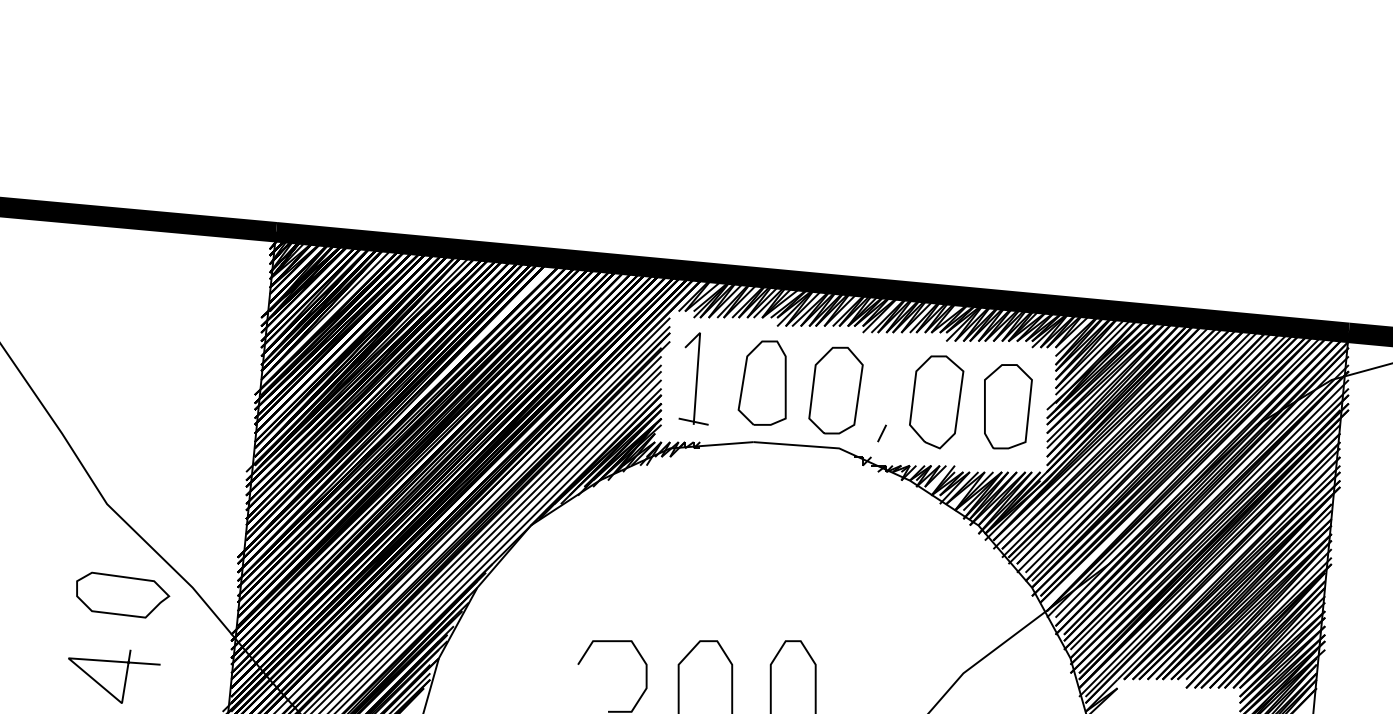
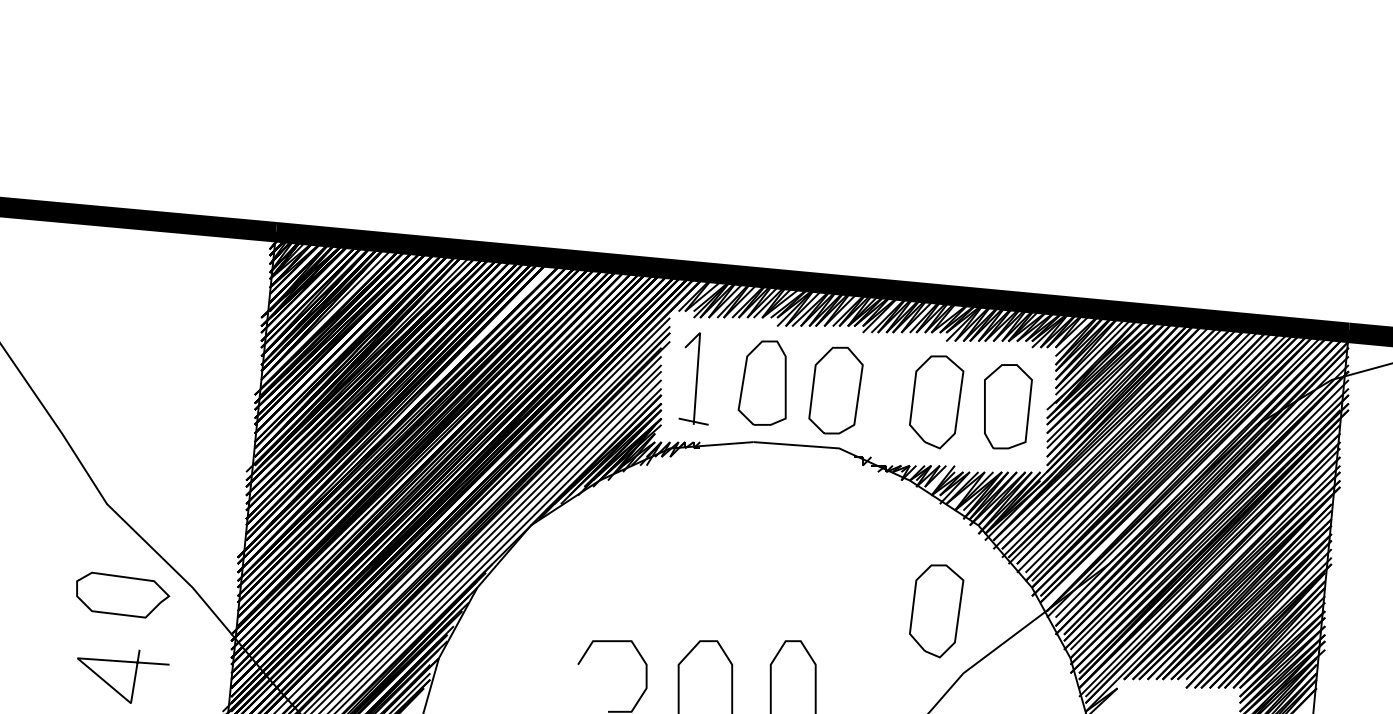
line at (881, 433): present -> none
part at (936, 611): none -> present
line at (124, 680) position: (124, 680) -> (133, 680)
